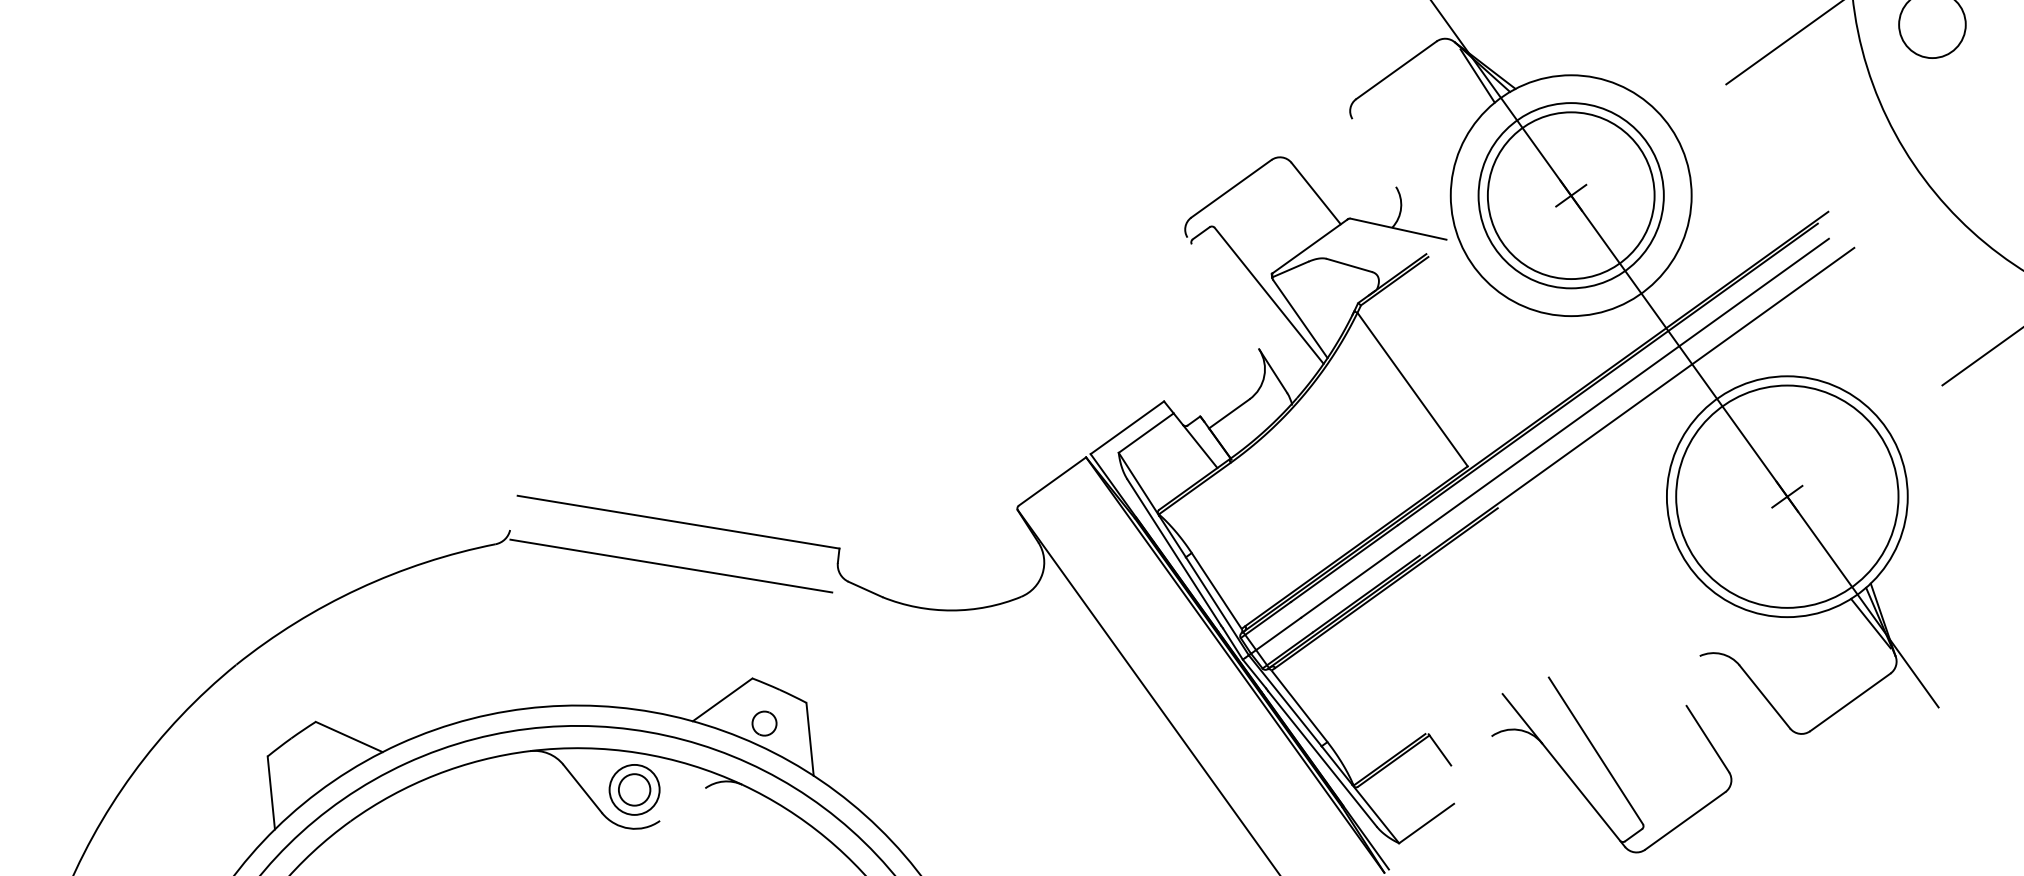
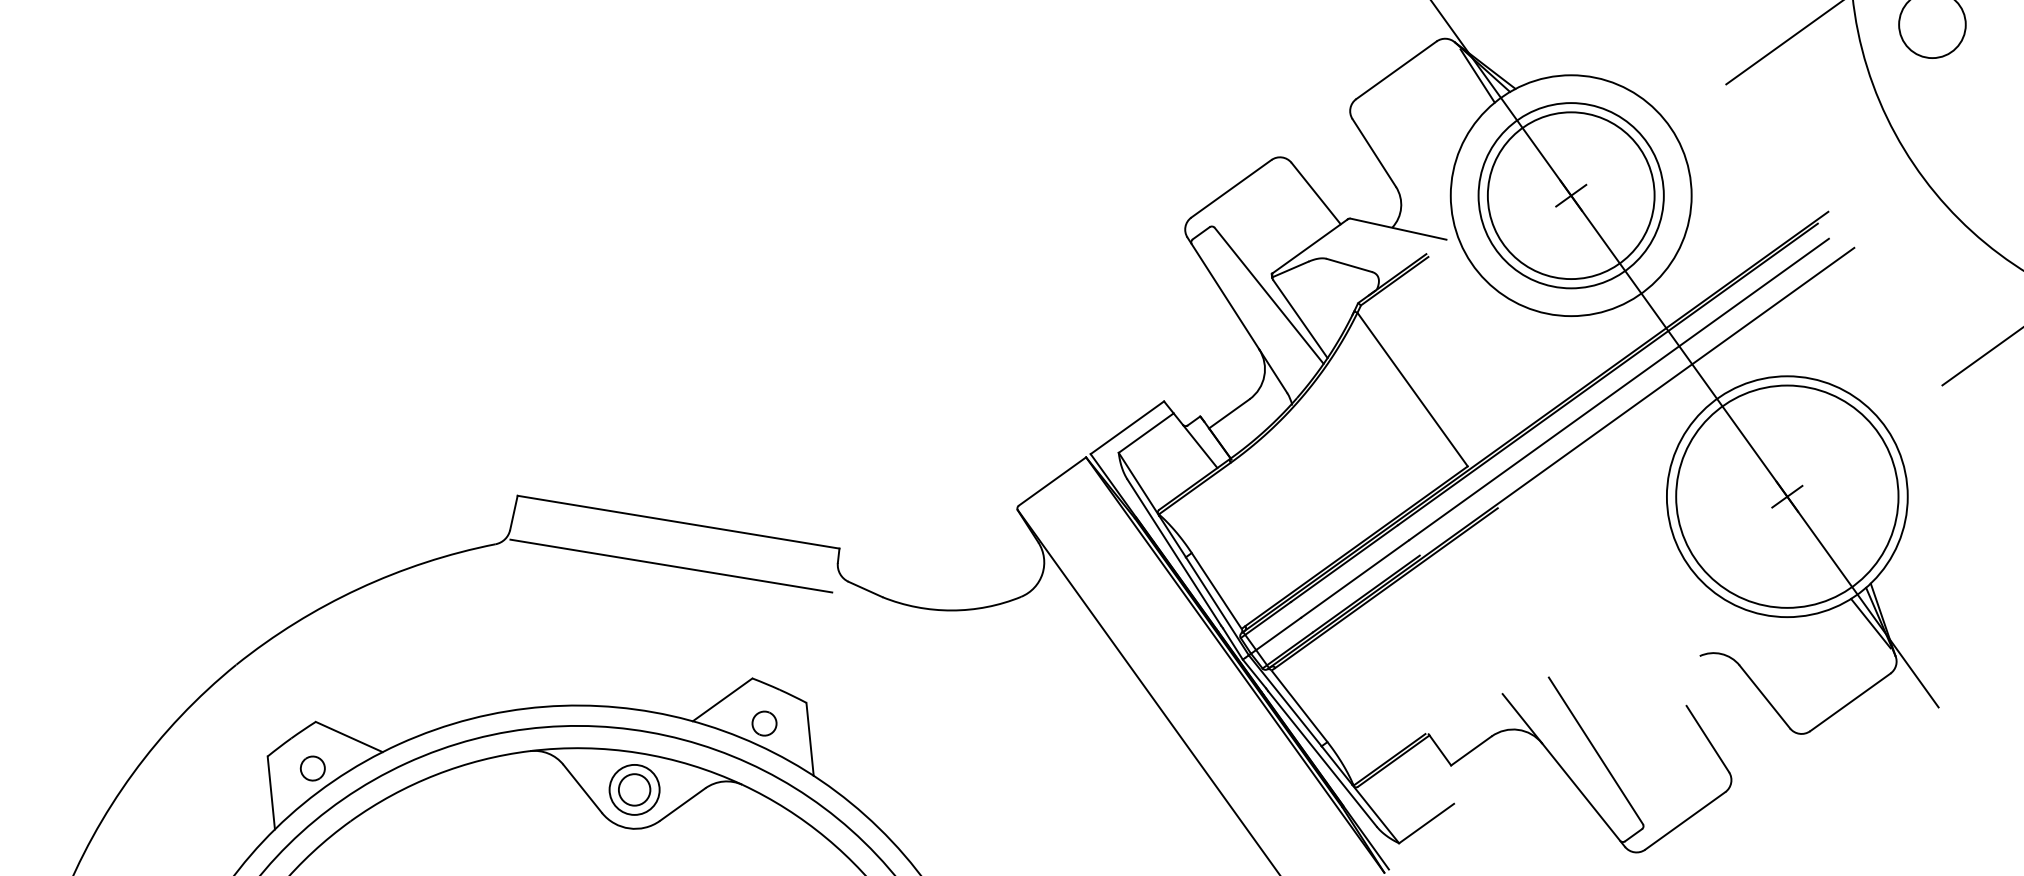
line at (1373, 152): none -> present
line at (1223, 293): none -> present
line at (513, 512): none -> present
line at (1471, 750): none -> present
part at (312, 768): none -> present
line at (682, 804): none -> present
